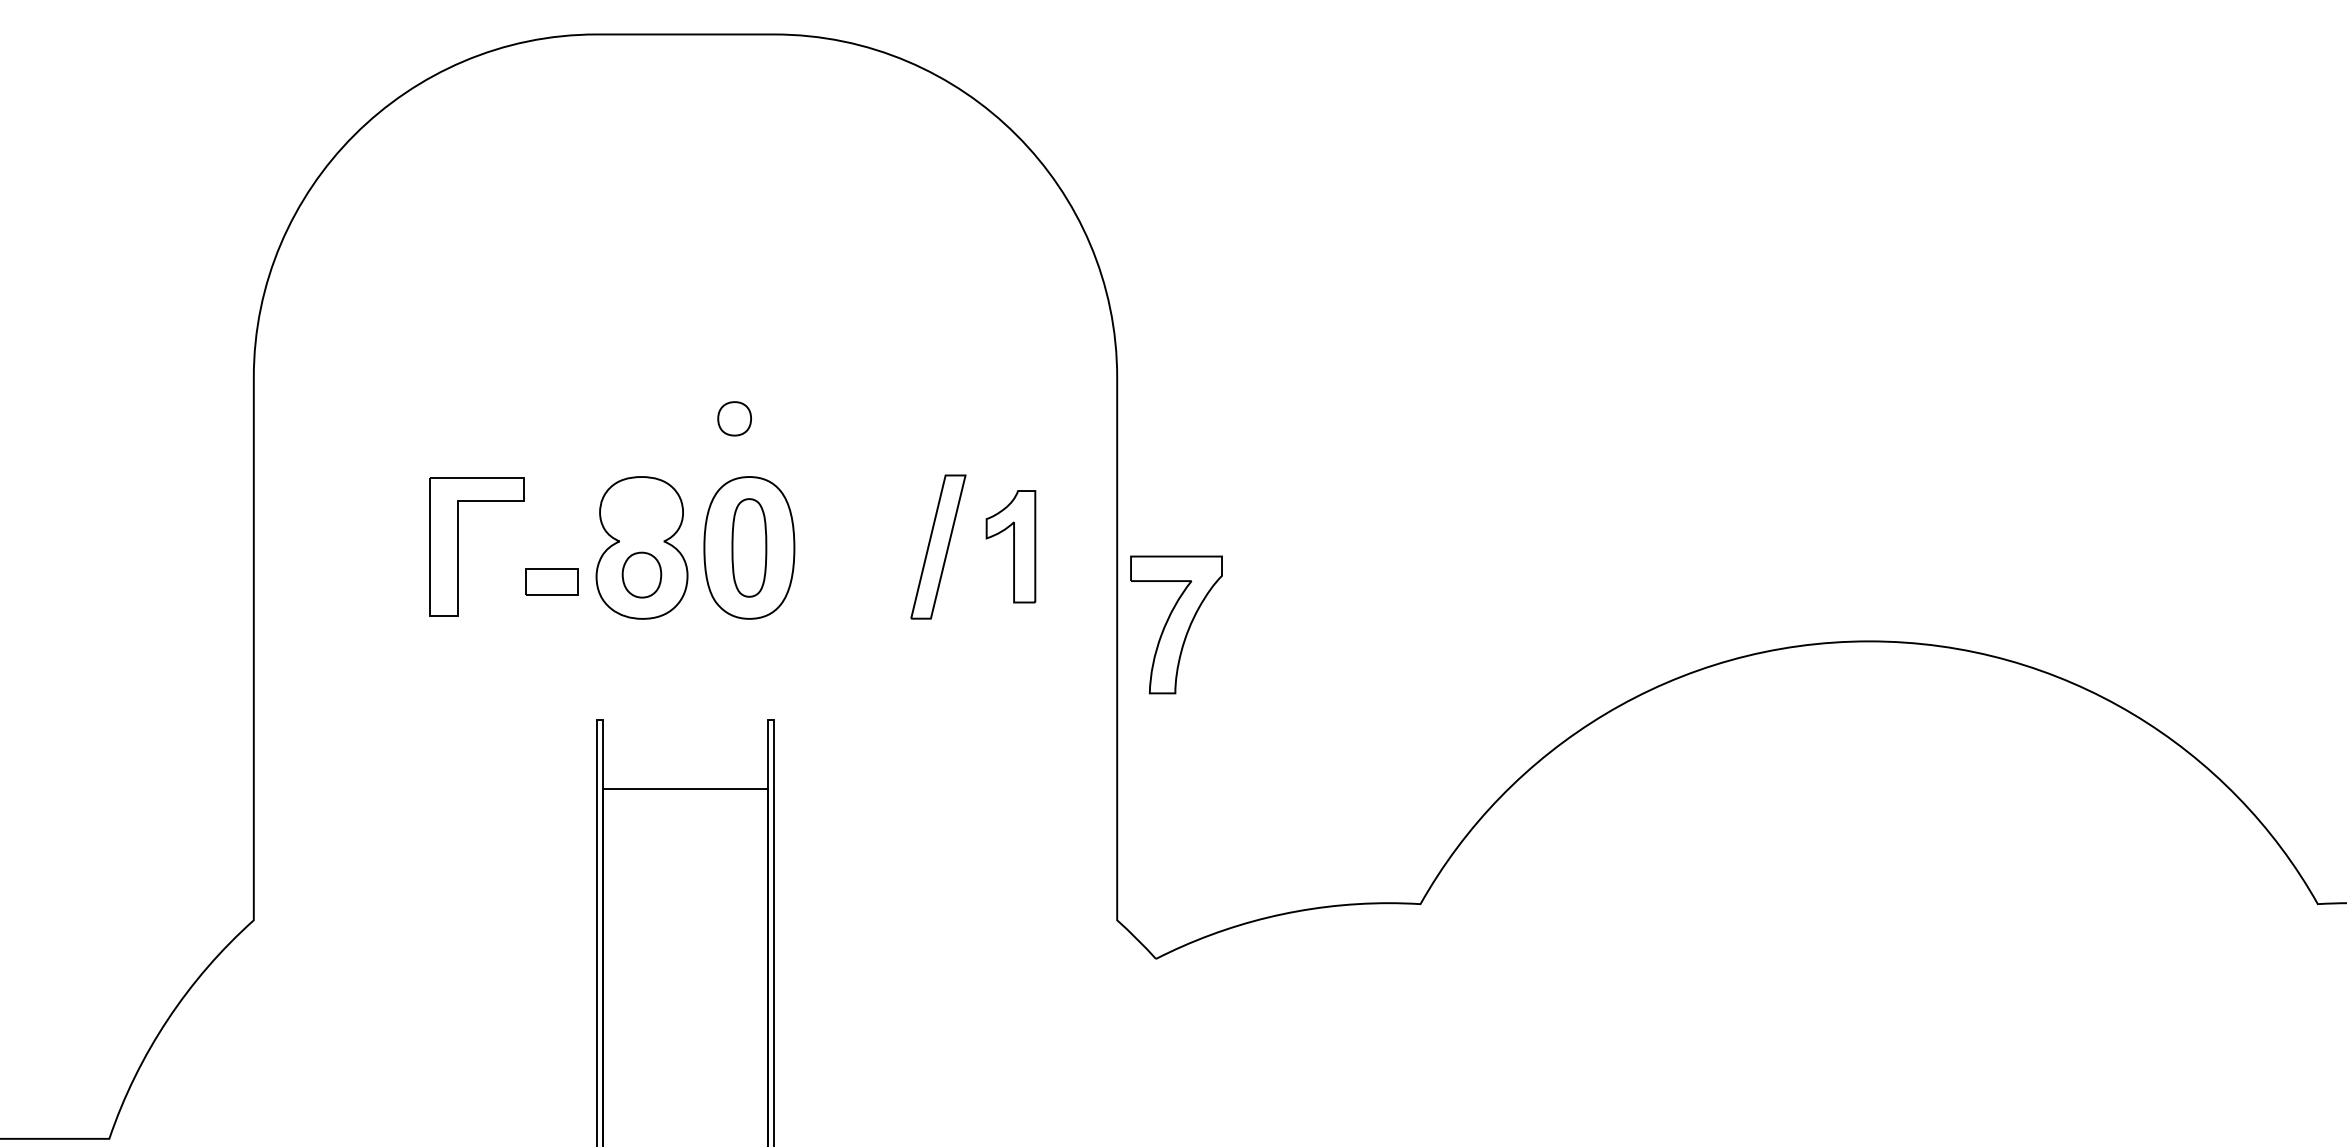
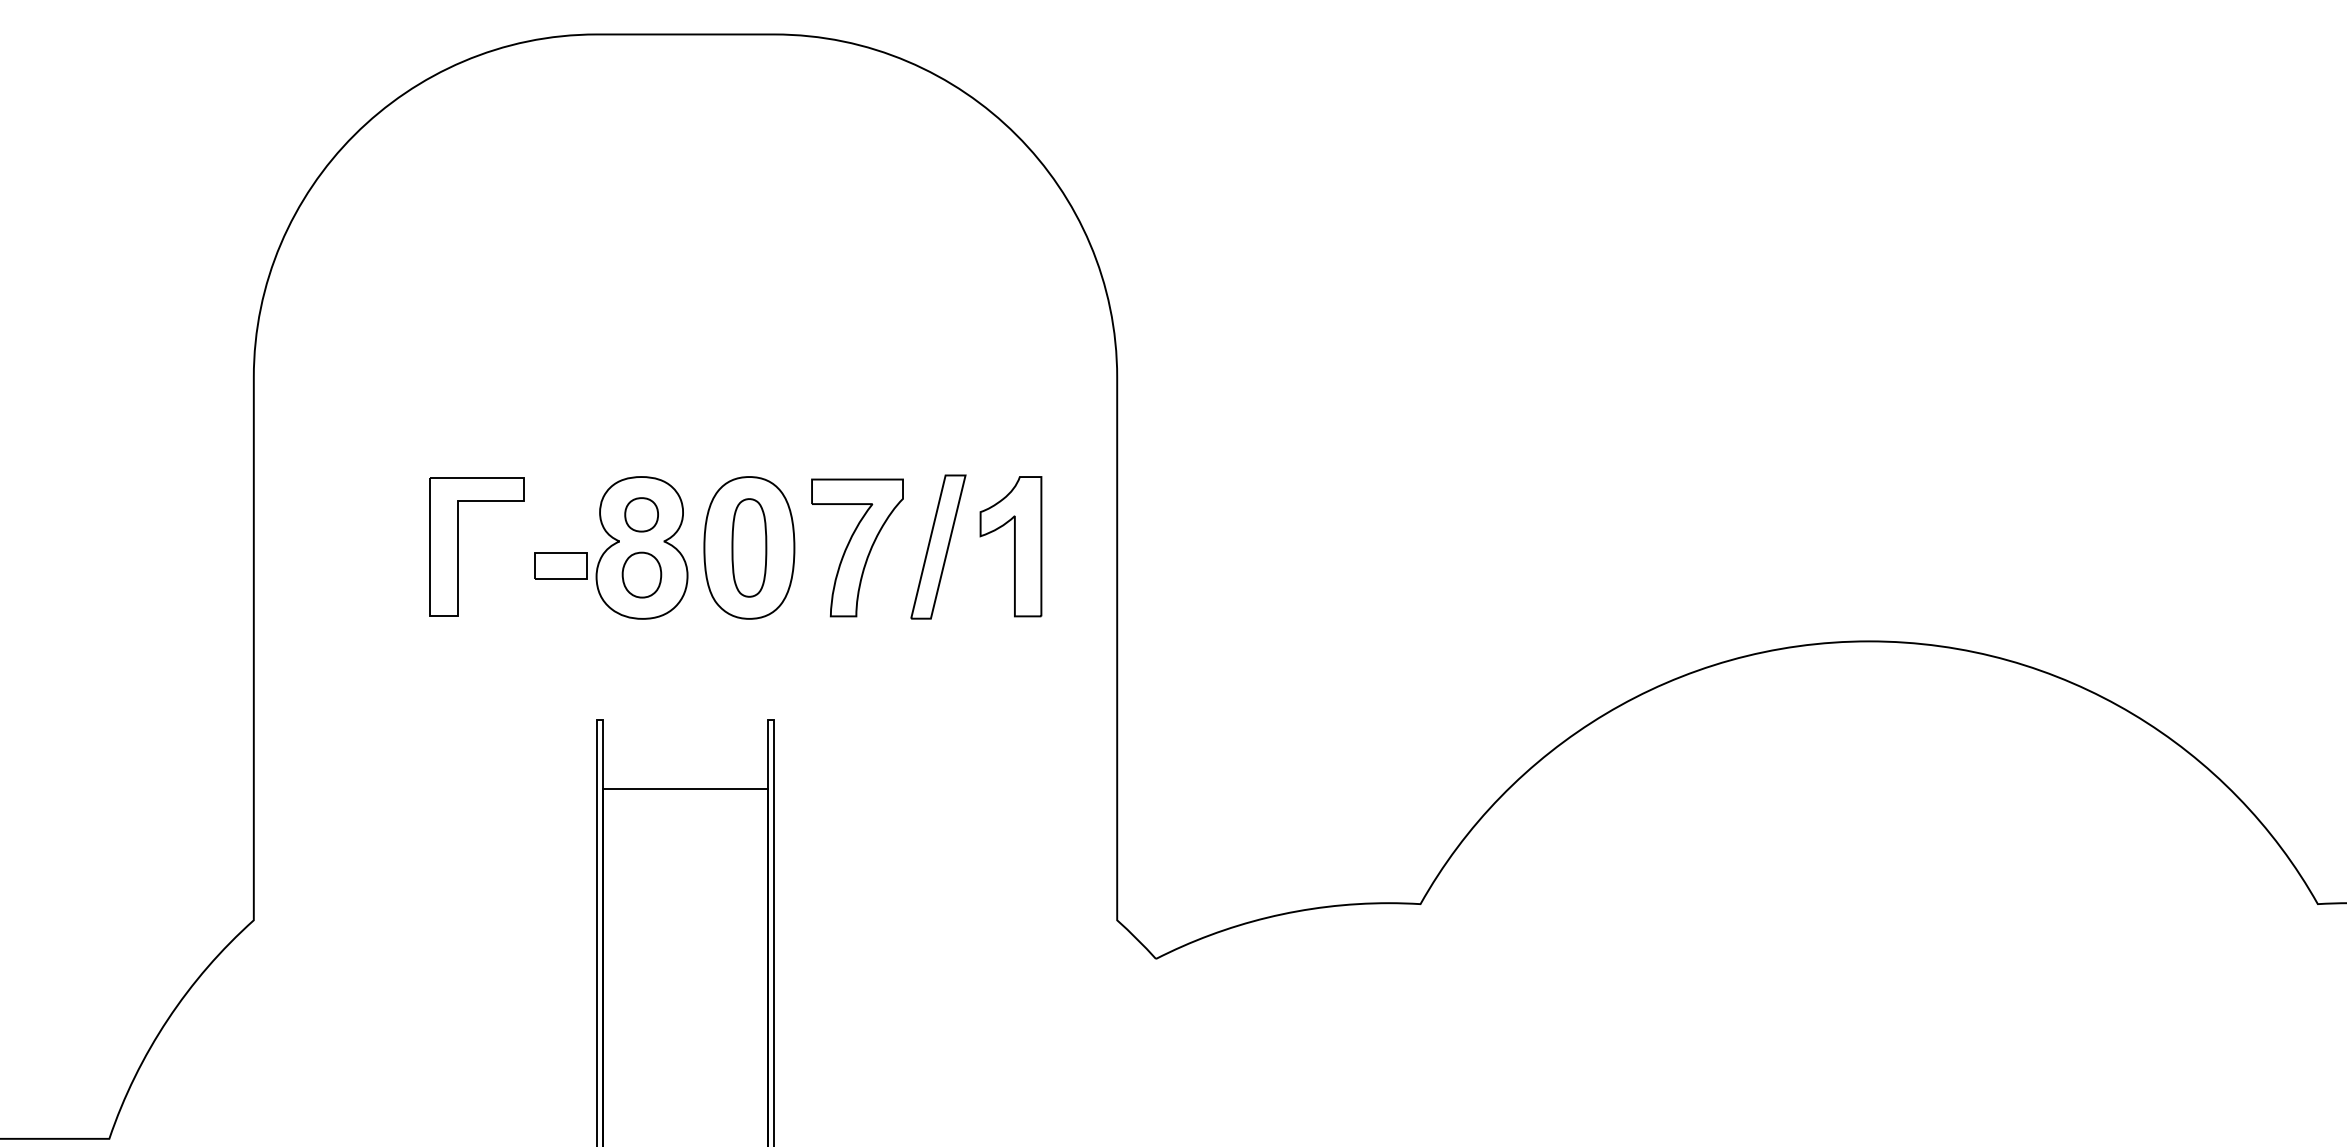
part at (734, 418) position: (734, 418) -> (641, 514)
part at (1010, 546) size: 52x114 px -> 64x142 px
part at (551, 581) position: (551, 581) -> (560, 565)
part at (1176, 624) position: (1176, 624) -> (857, 547)
